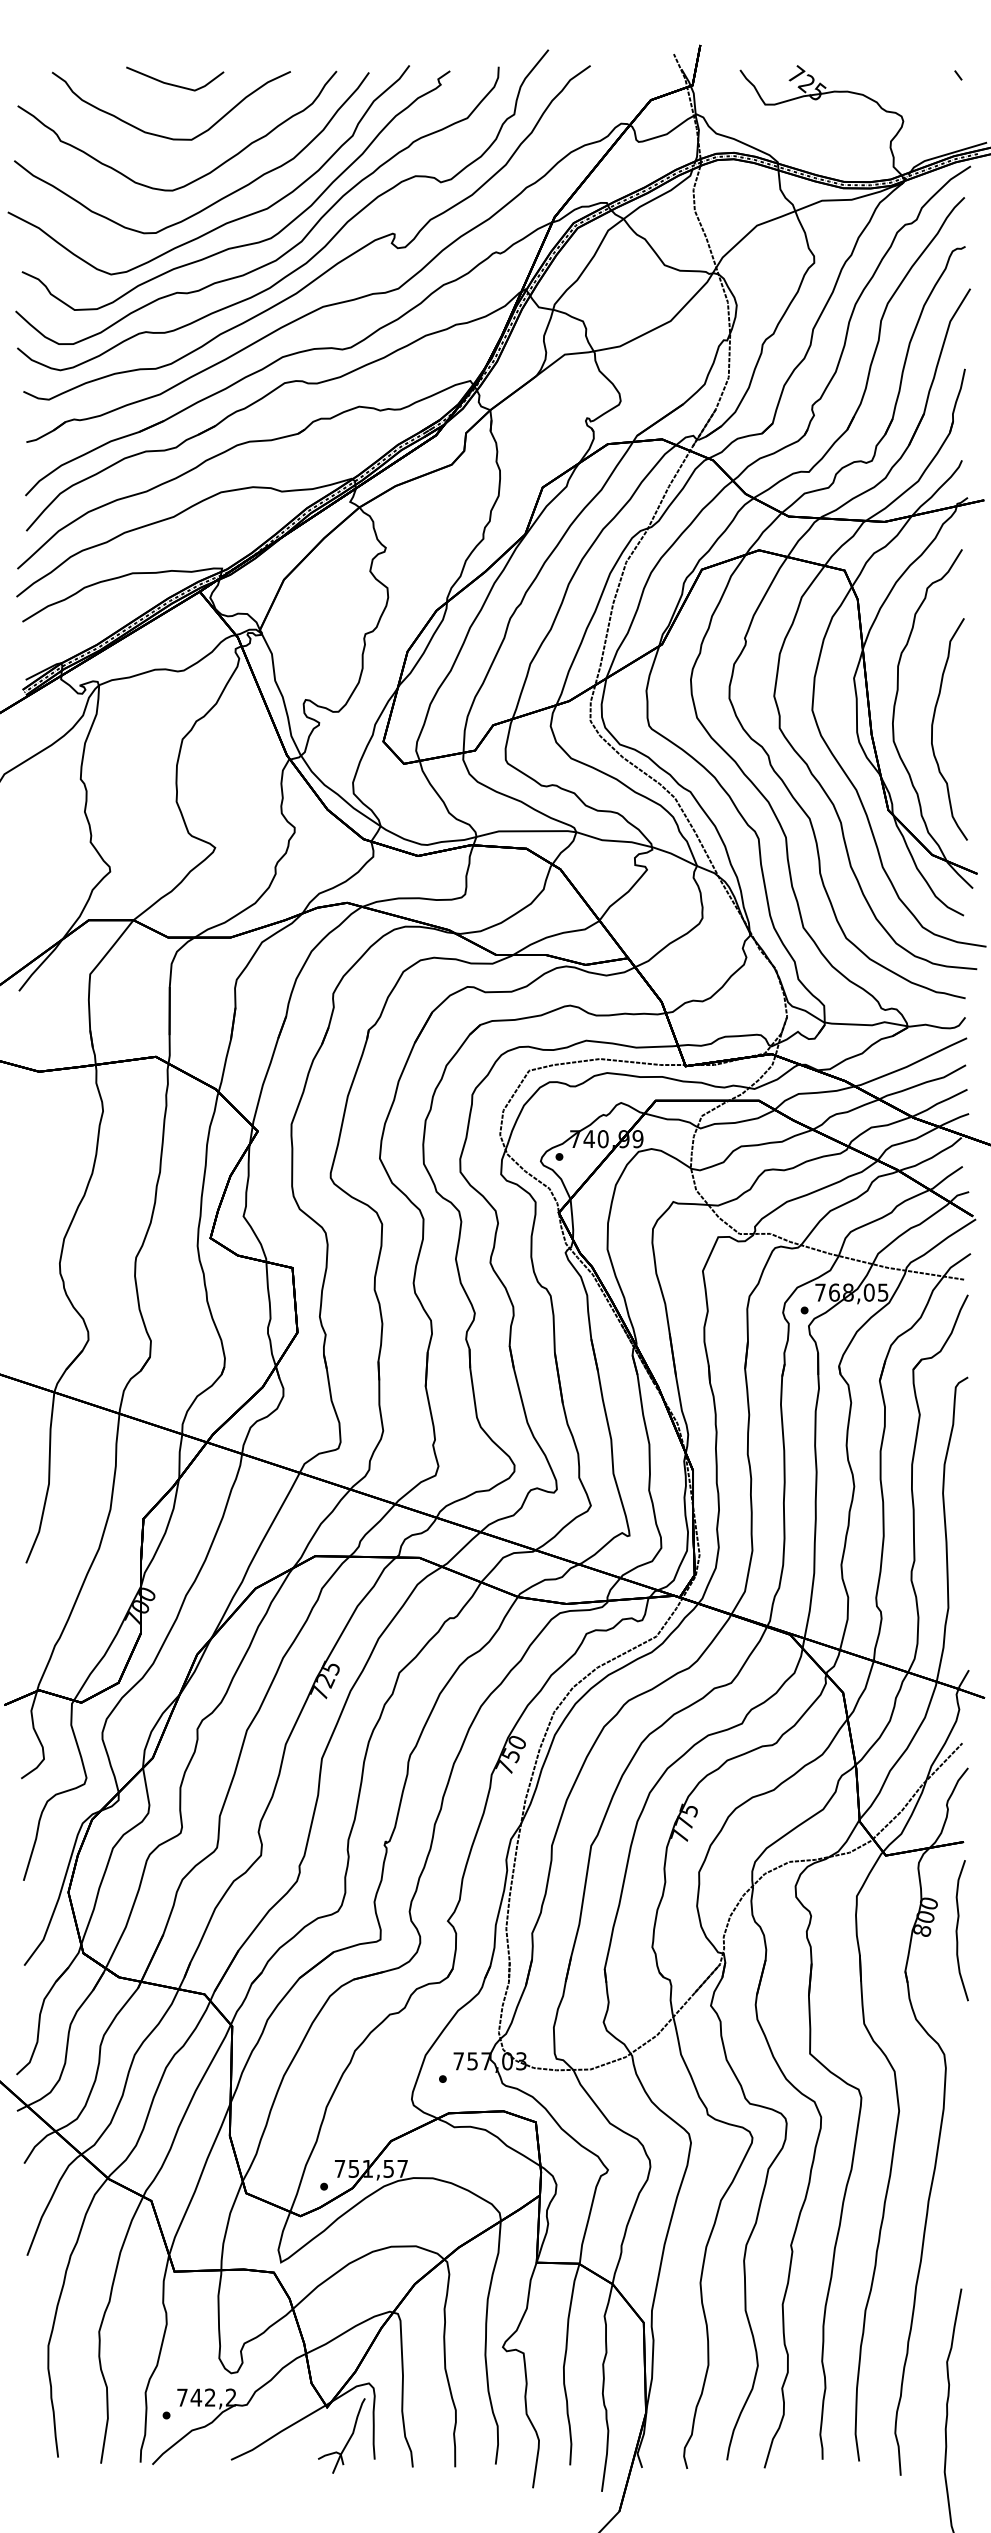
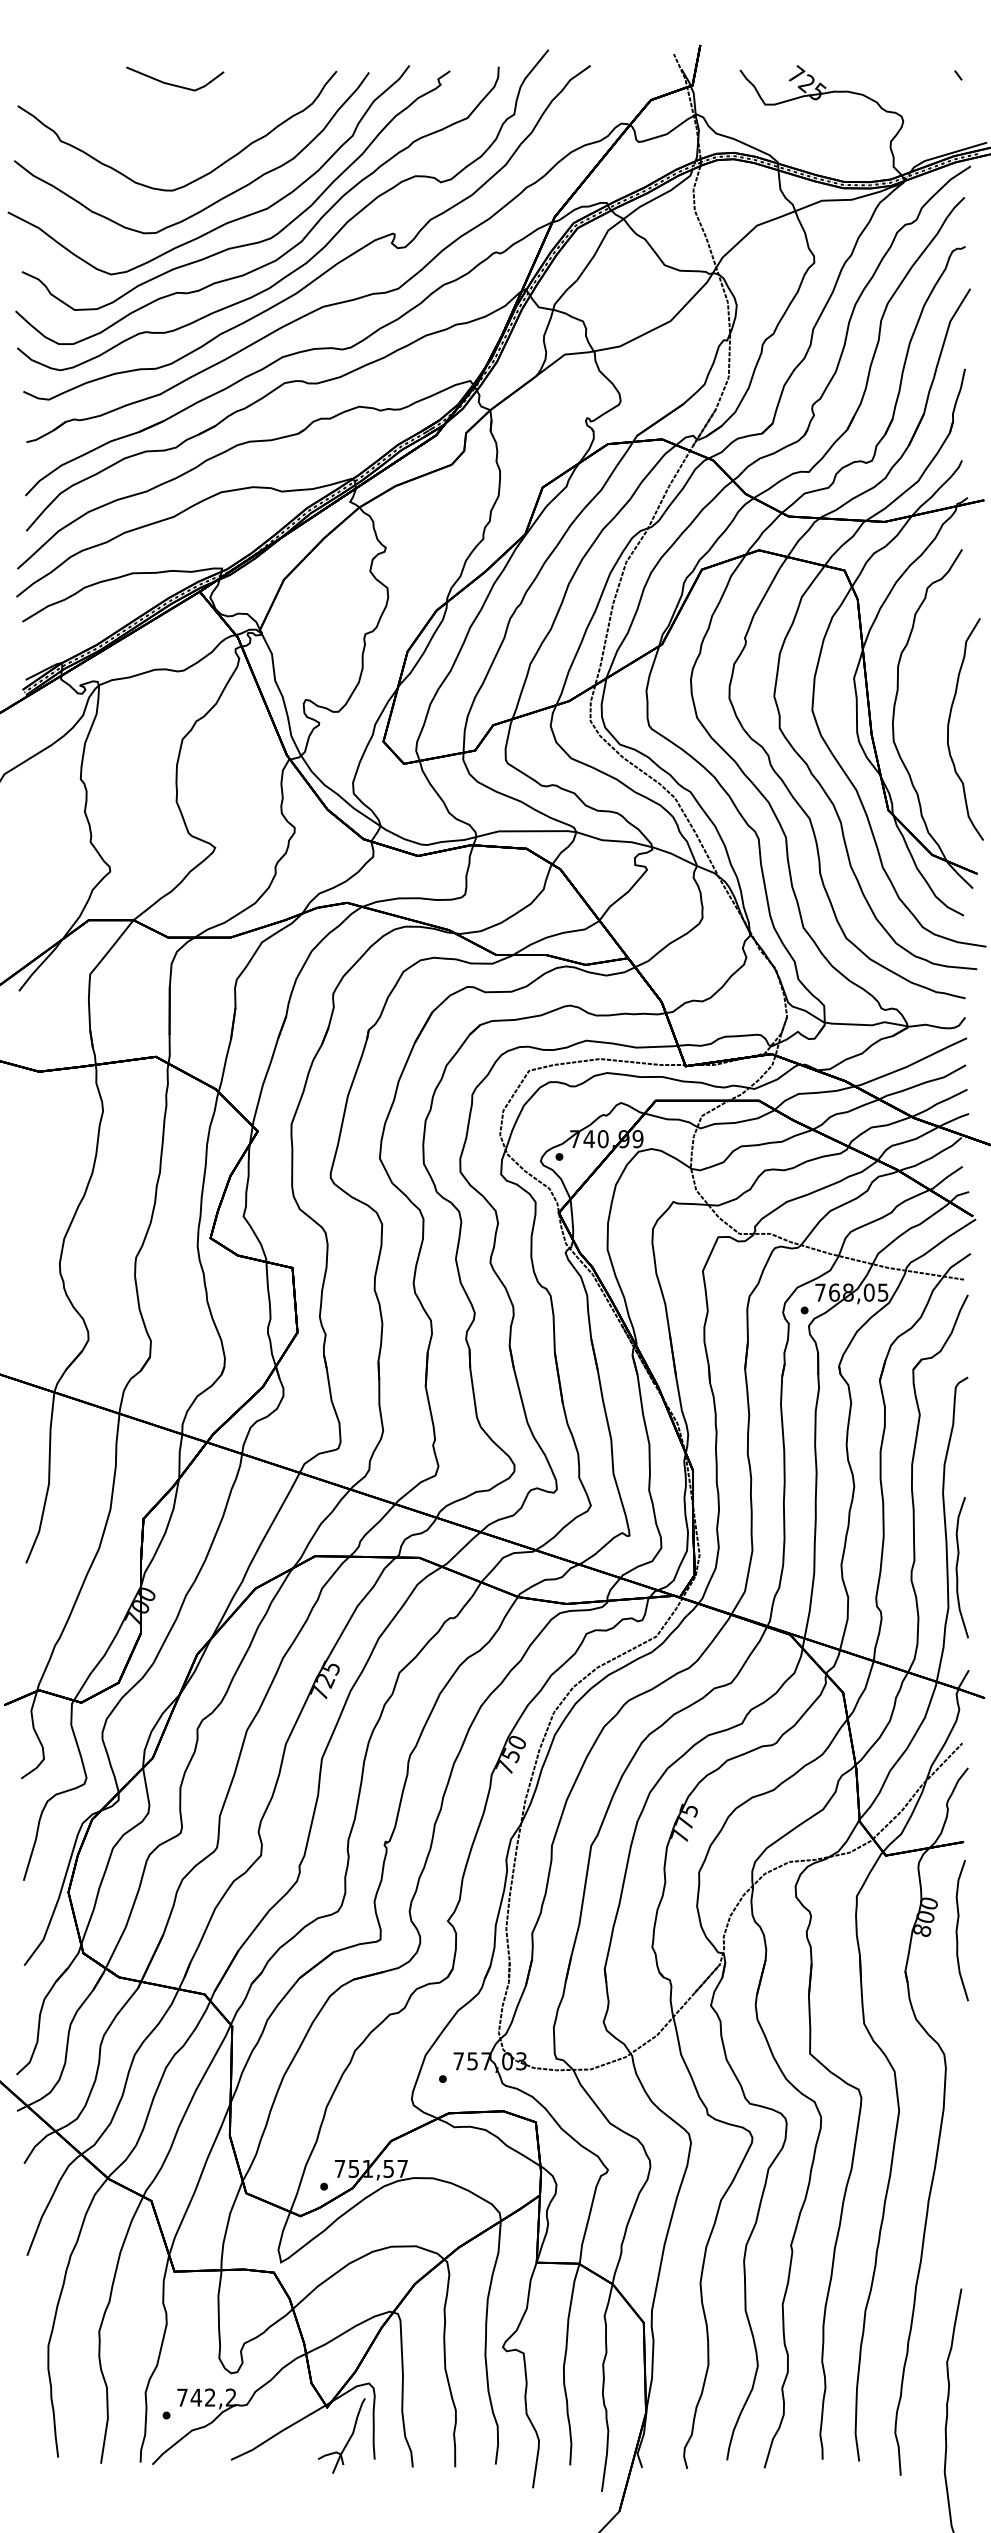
curve at (162, 135): present -> none
curve at (933, 725) position: (933, 725) -> (949, 725)
curve at (957, 1567): none -> present
